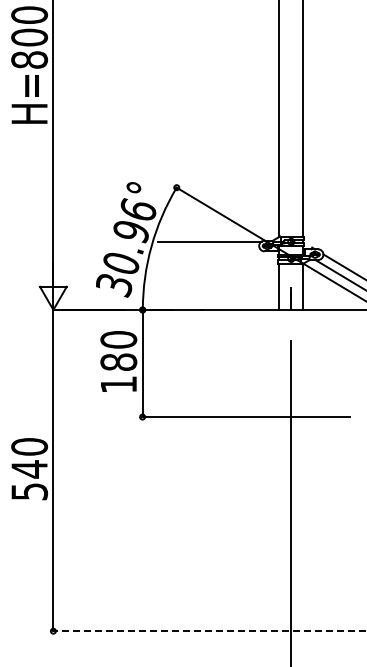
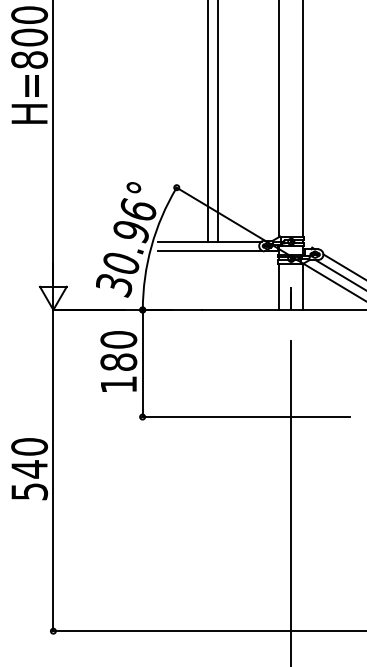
line at (207, 121): none -> present
line at (217, 121): none -> present
line at (209, 250): none -> present
line at (209, 631): dashed -> solid
